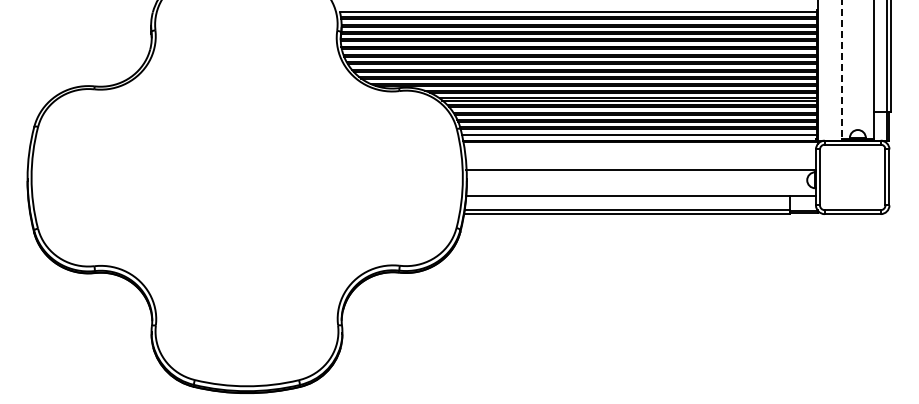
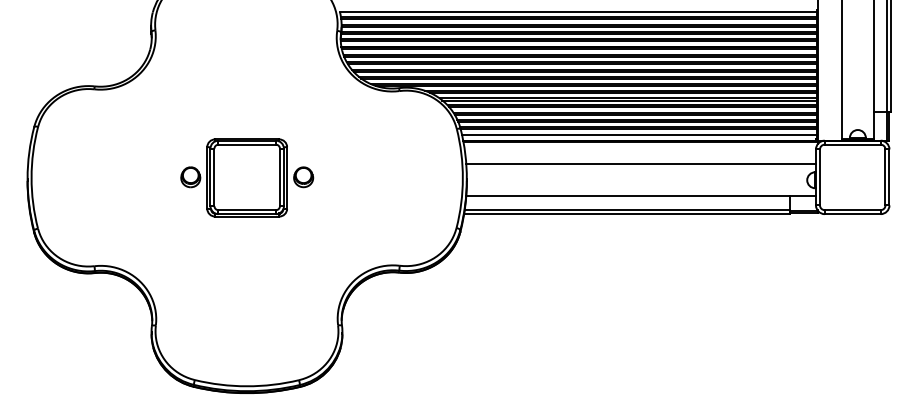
line at (841, 69): dashed -> solid
line at (640, 170) position: (640, 170) -> (640, 164)
part at (247, 177): none -> present
